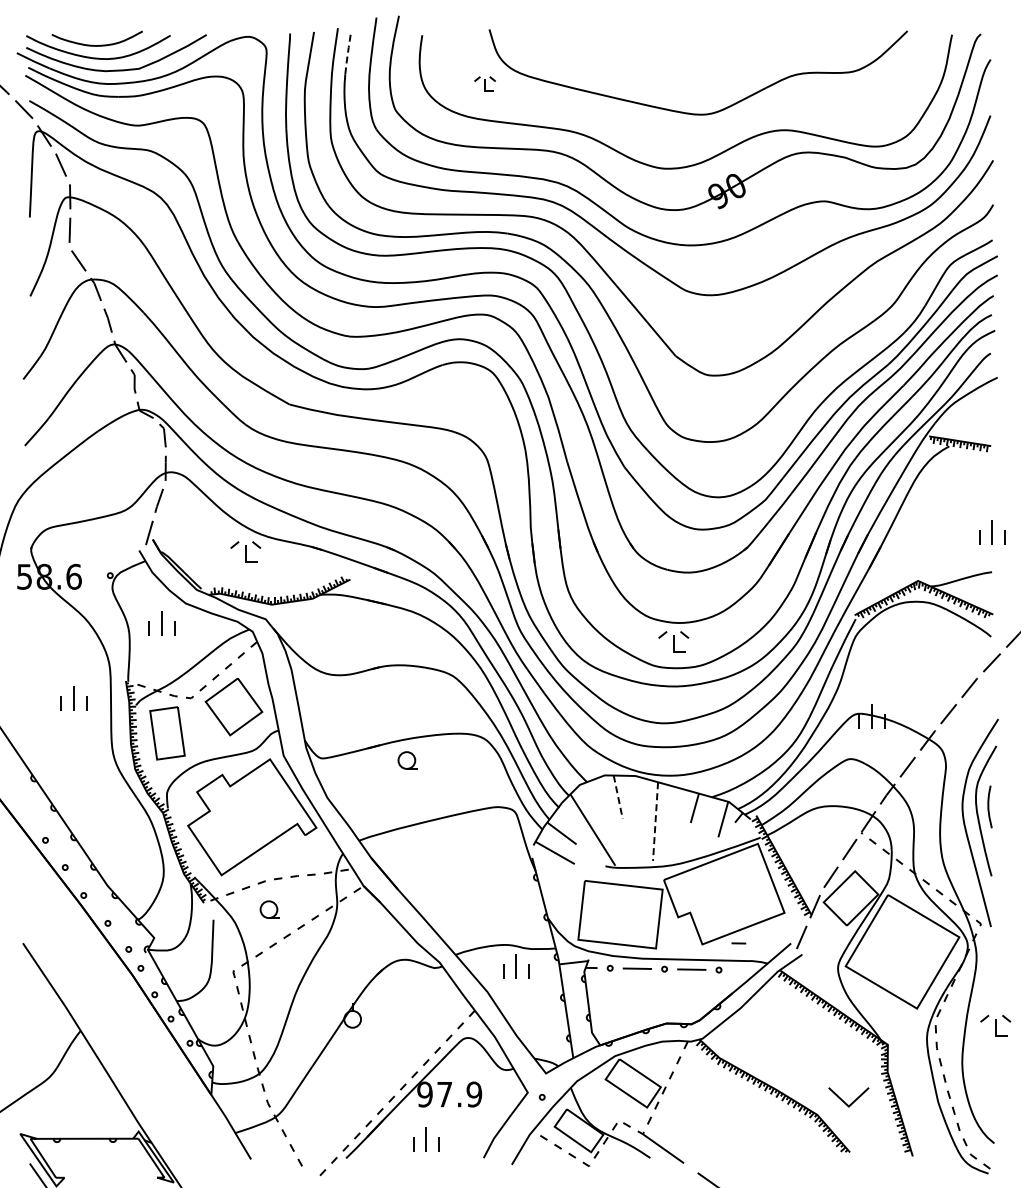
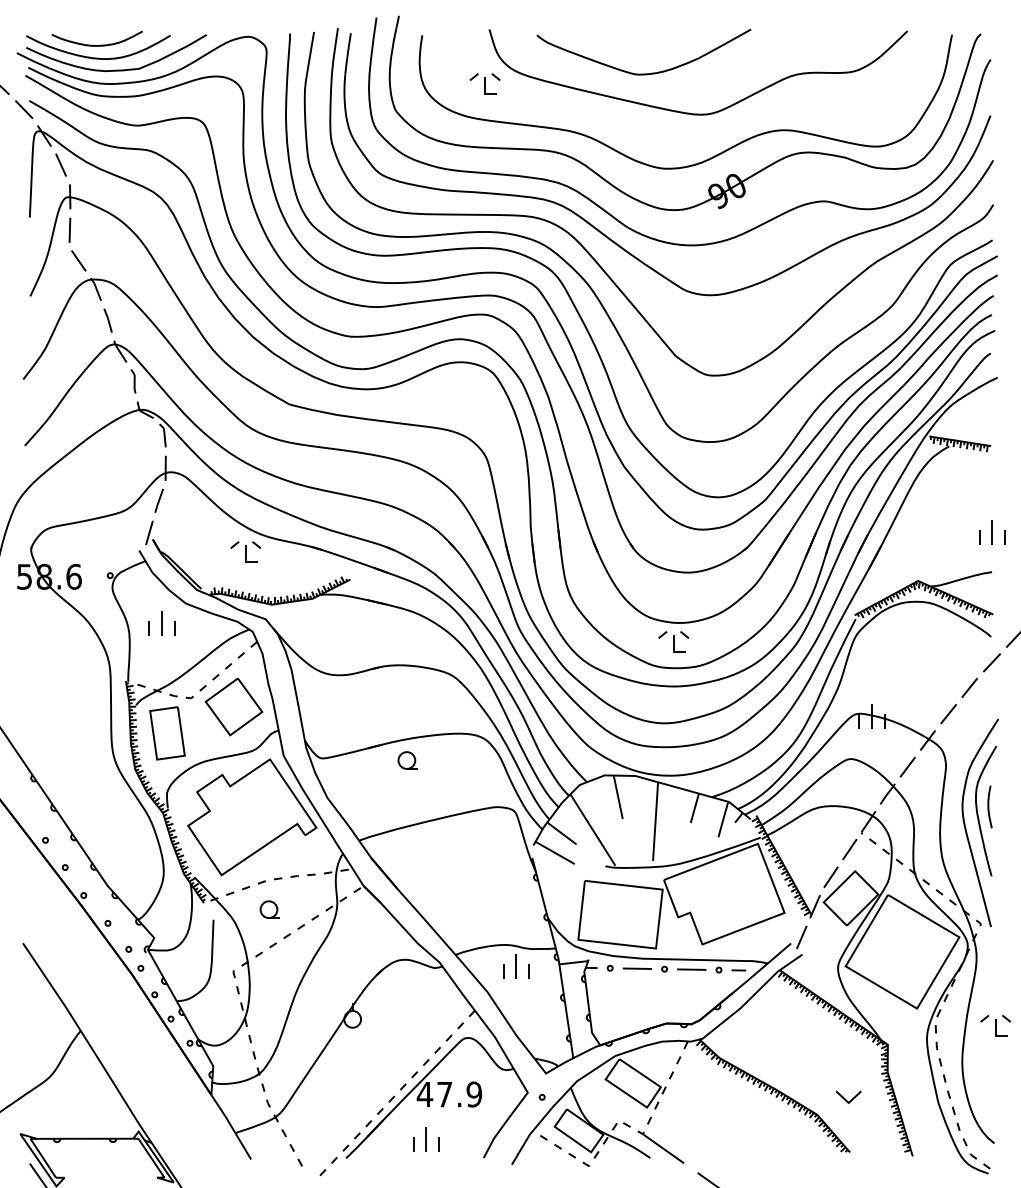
line at (347, 53): dashed -> solid
part at (643, 73): none -> present
part at (484, 83) size: 22x16 px -> 32x22 px
part at (73, 698): present -> none
line at (618, 797): dashed -> solid
line at (655, 822): dashed -> solid
line at (738, 943) position: (738, 943) -> (738, 970)
text at (424, 1094): 97.9 -> 47.9
part at (848, 1097) size: 42x21 px -> 27x14 px
